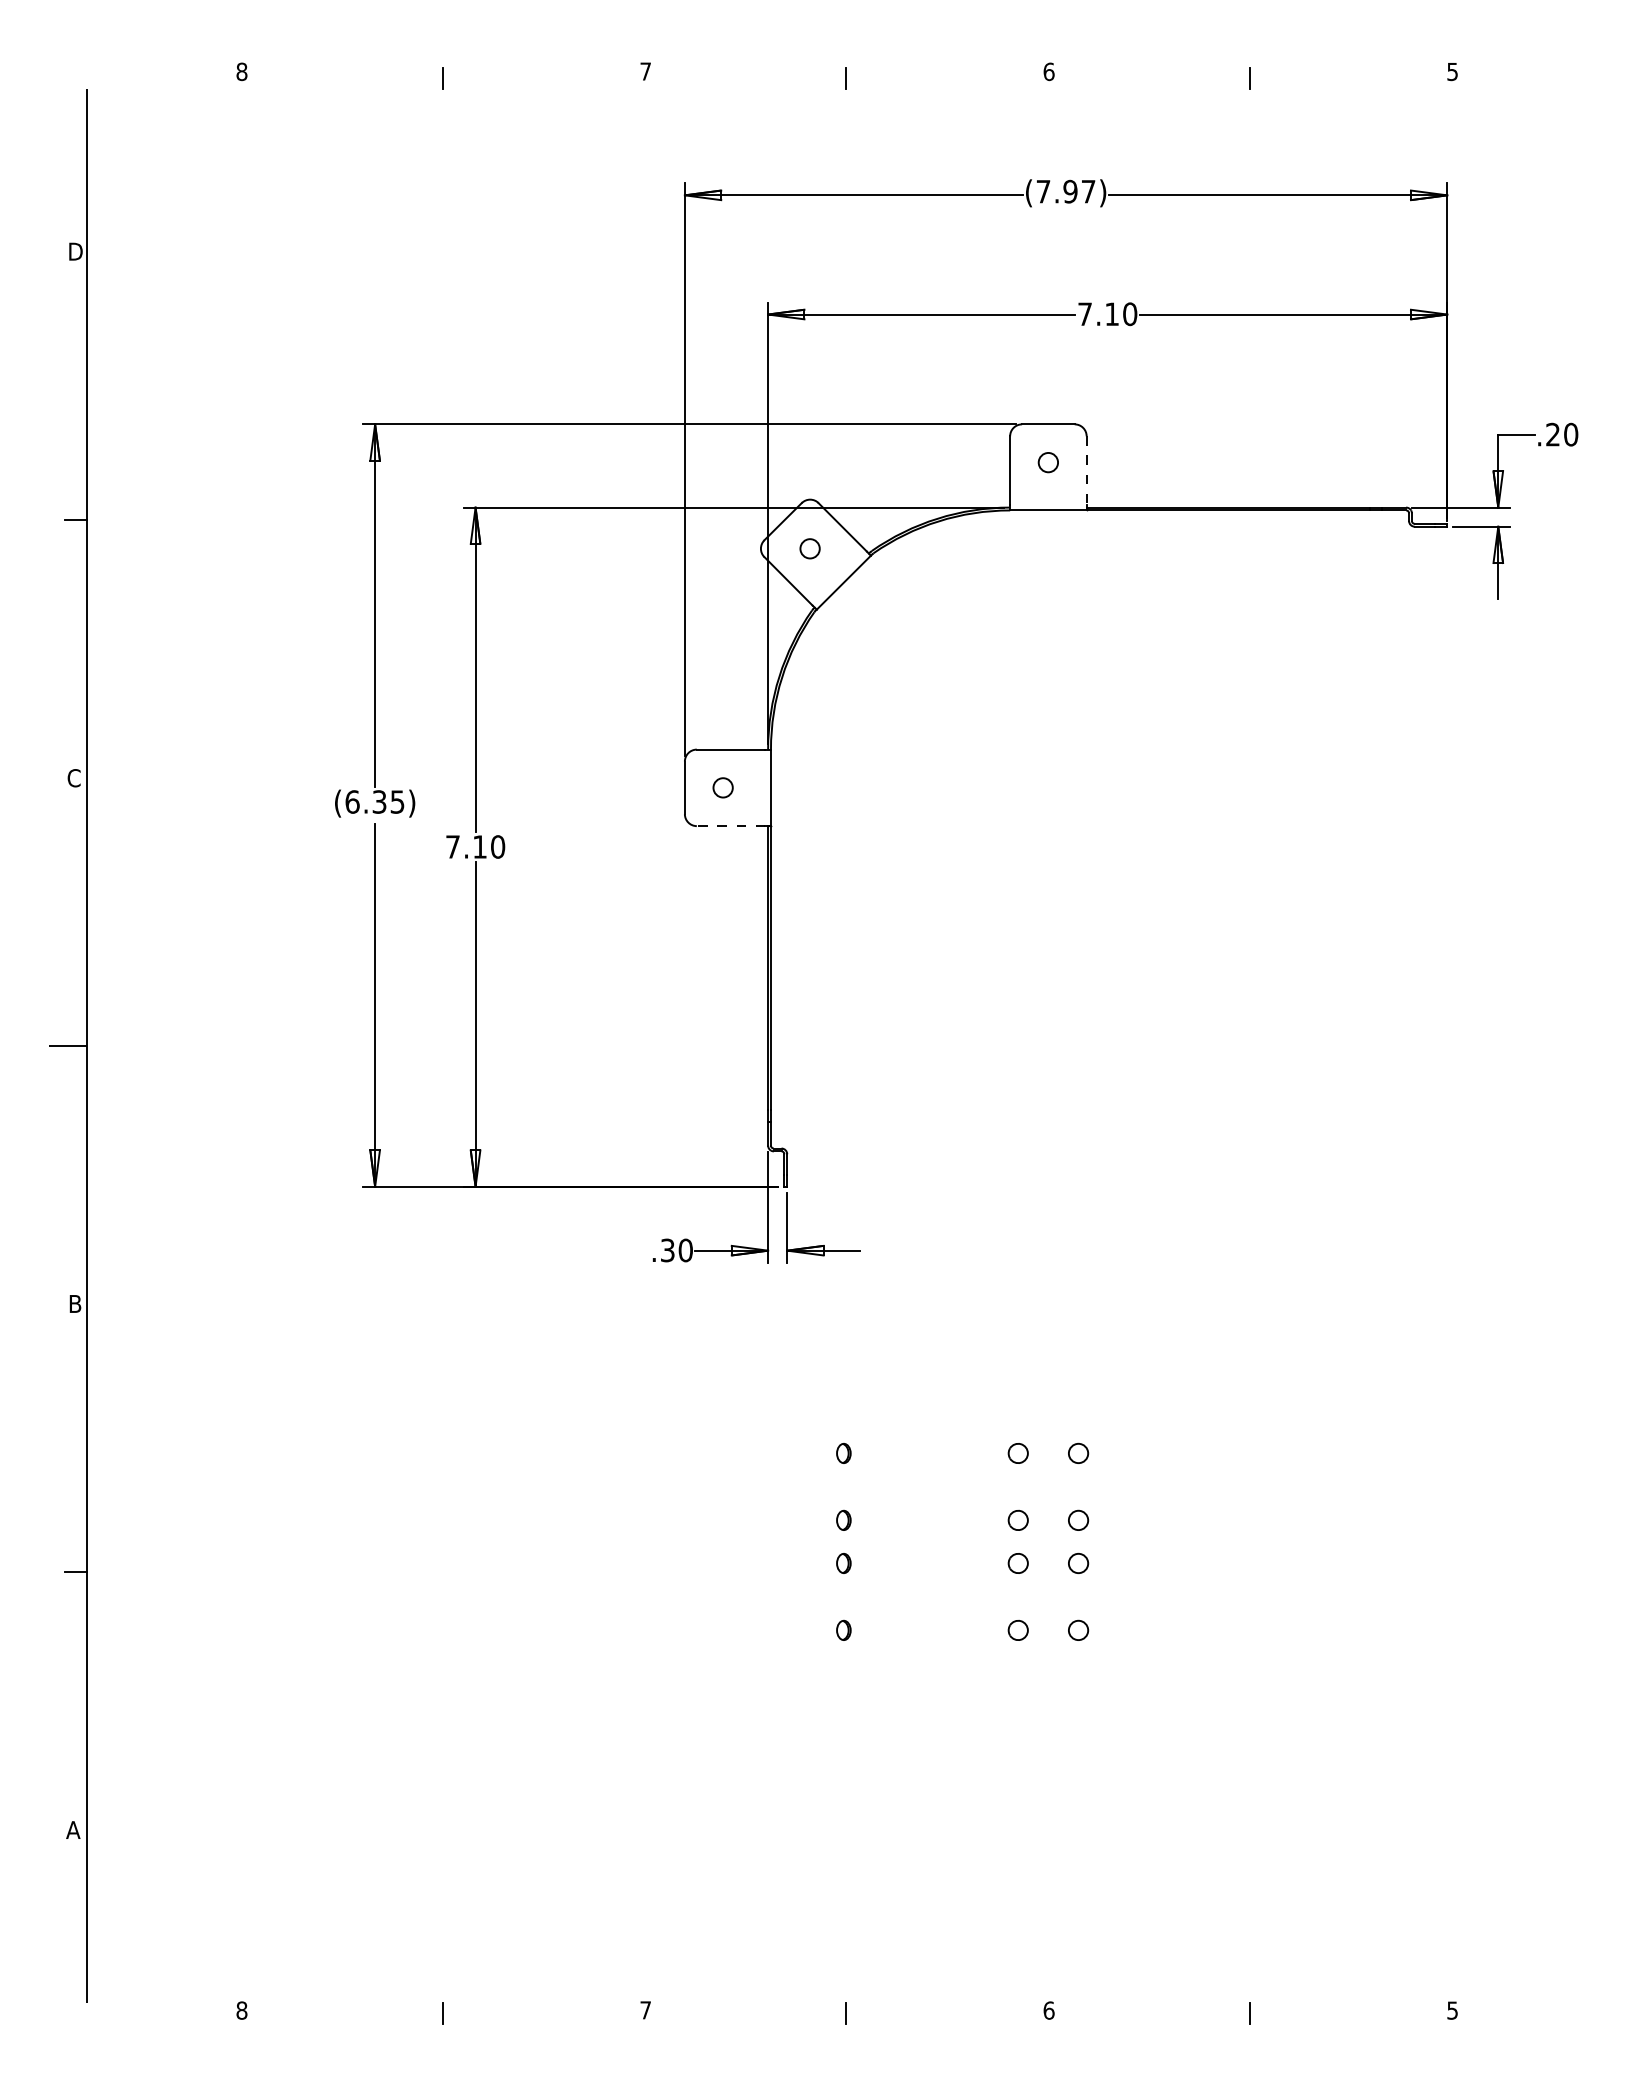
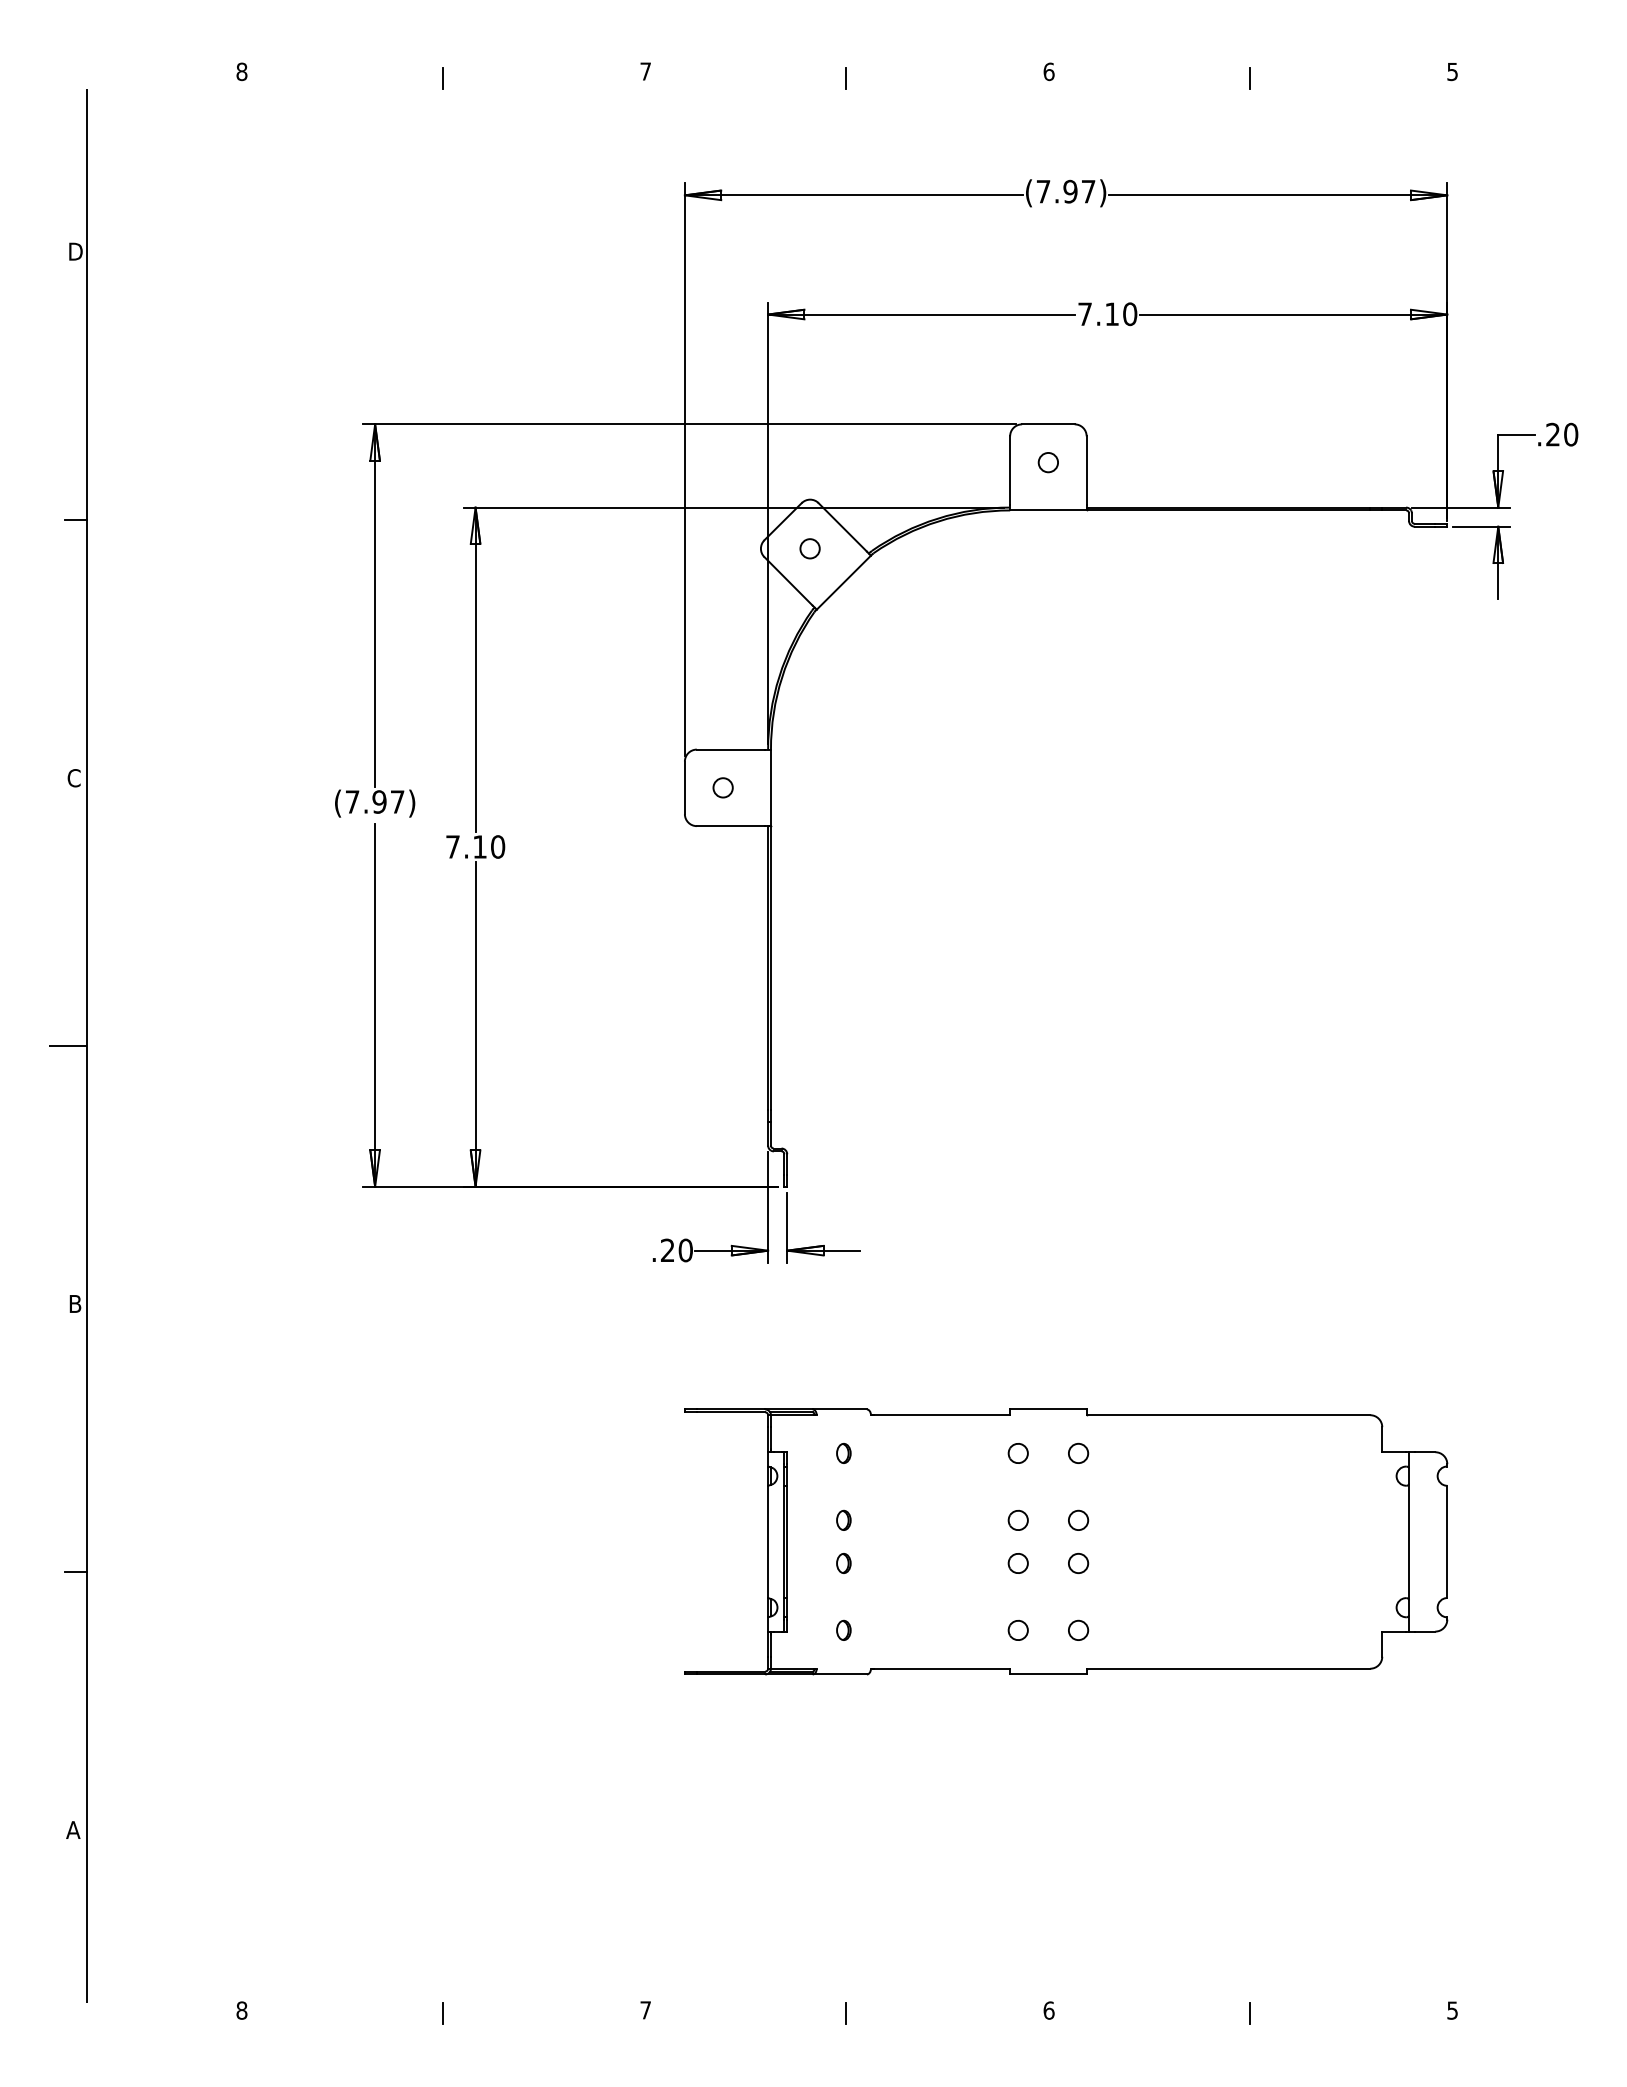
line at (1086, 471): dashed -> solid
text at (374, 801): (6.35) -> (7.97)
line at (730, 826): dashed -> solid
text at (667, 1250): .30 -> .20
part at (1066, 1541): none -> present
